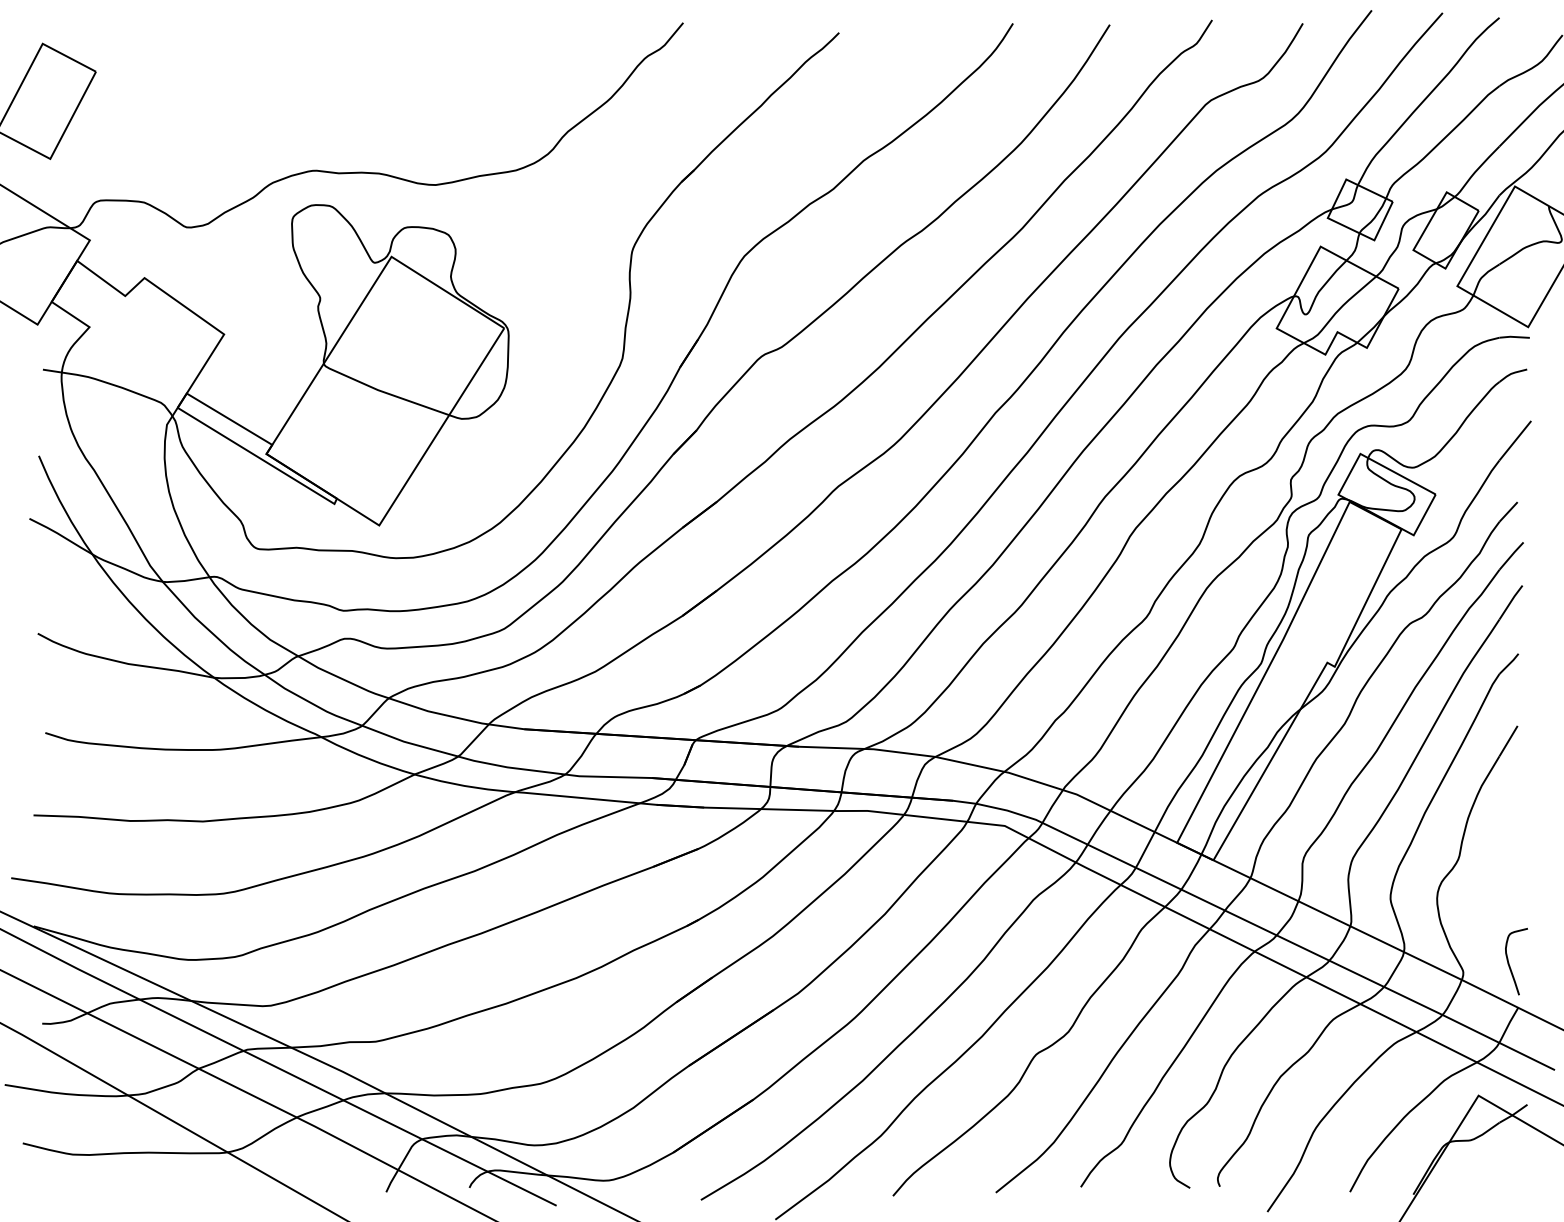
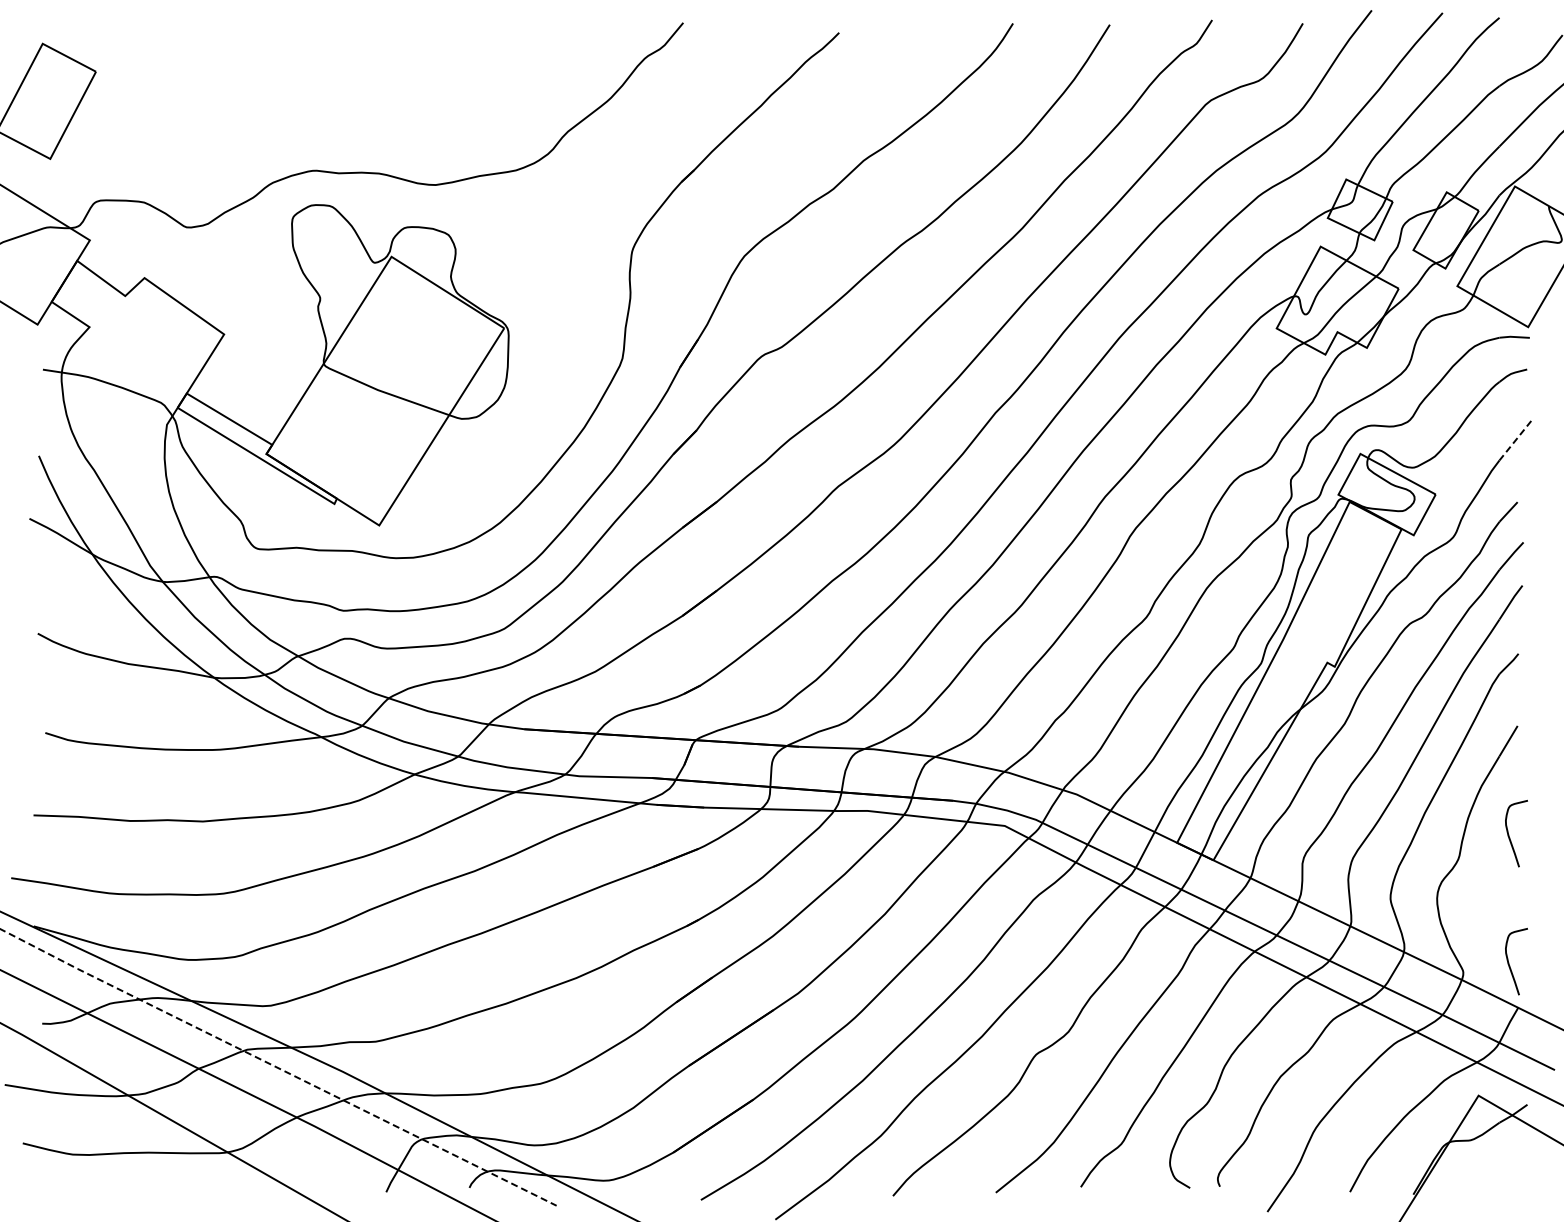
line at (1515, 441): solid -> dashed
curve at (1509, 834): none -> present
line at (278, 1068): solid -> dashed
